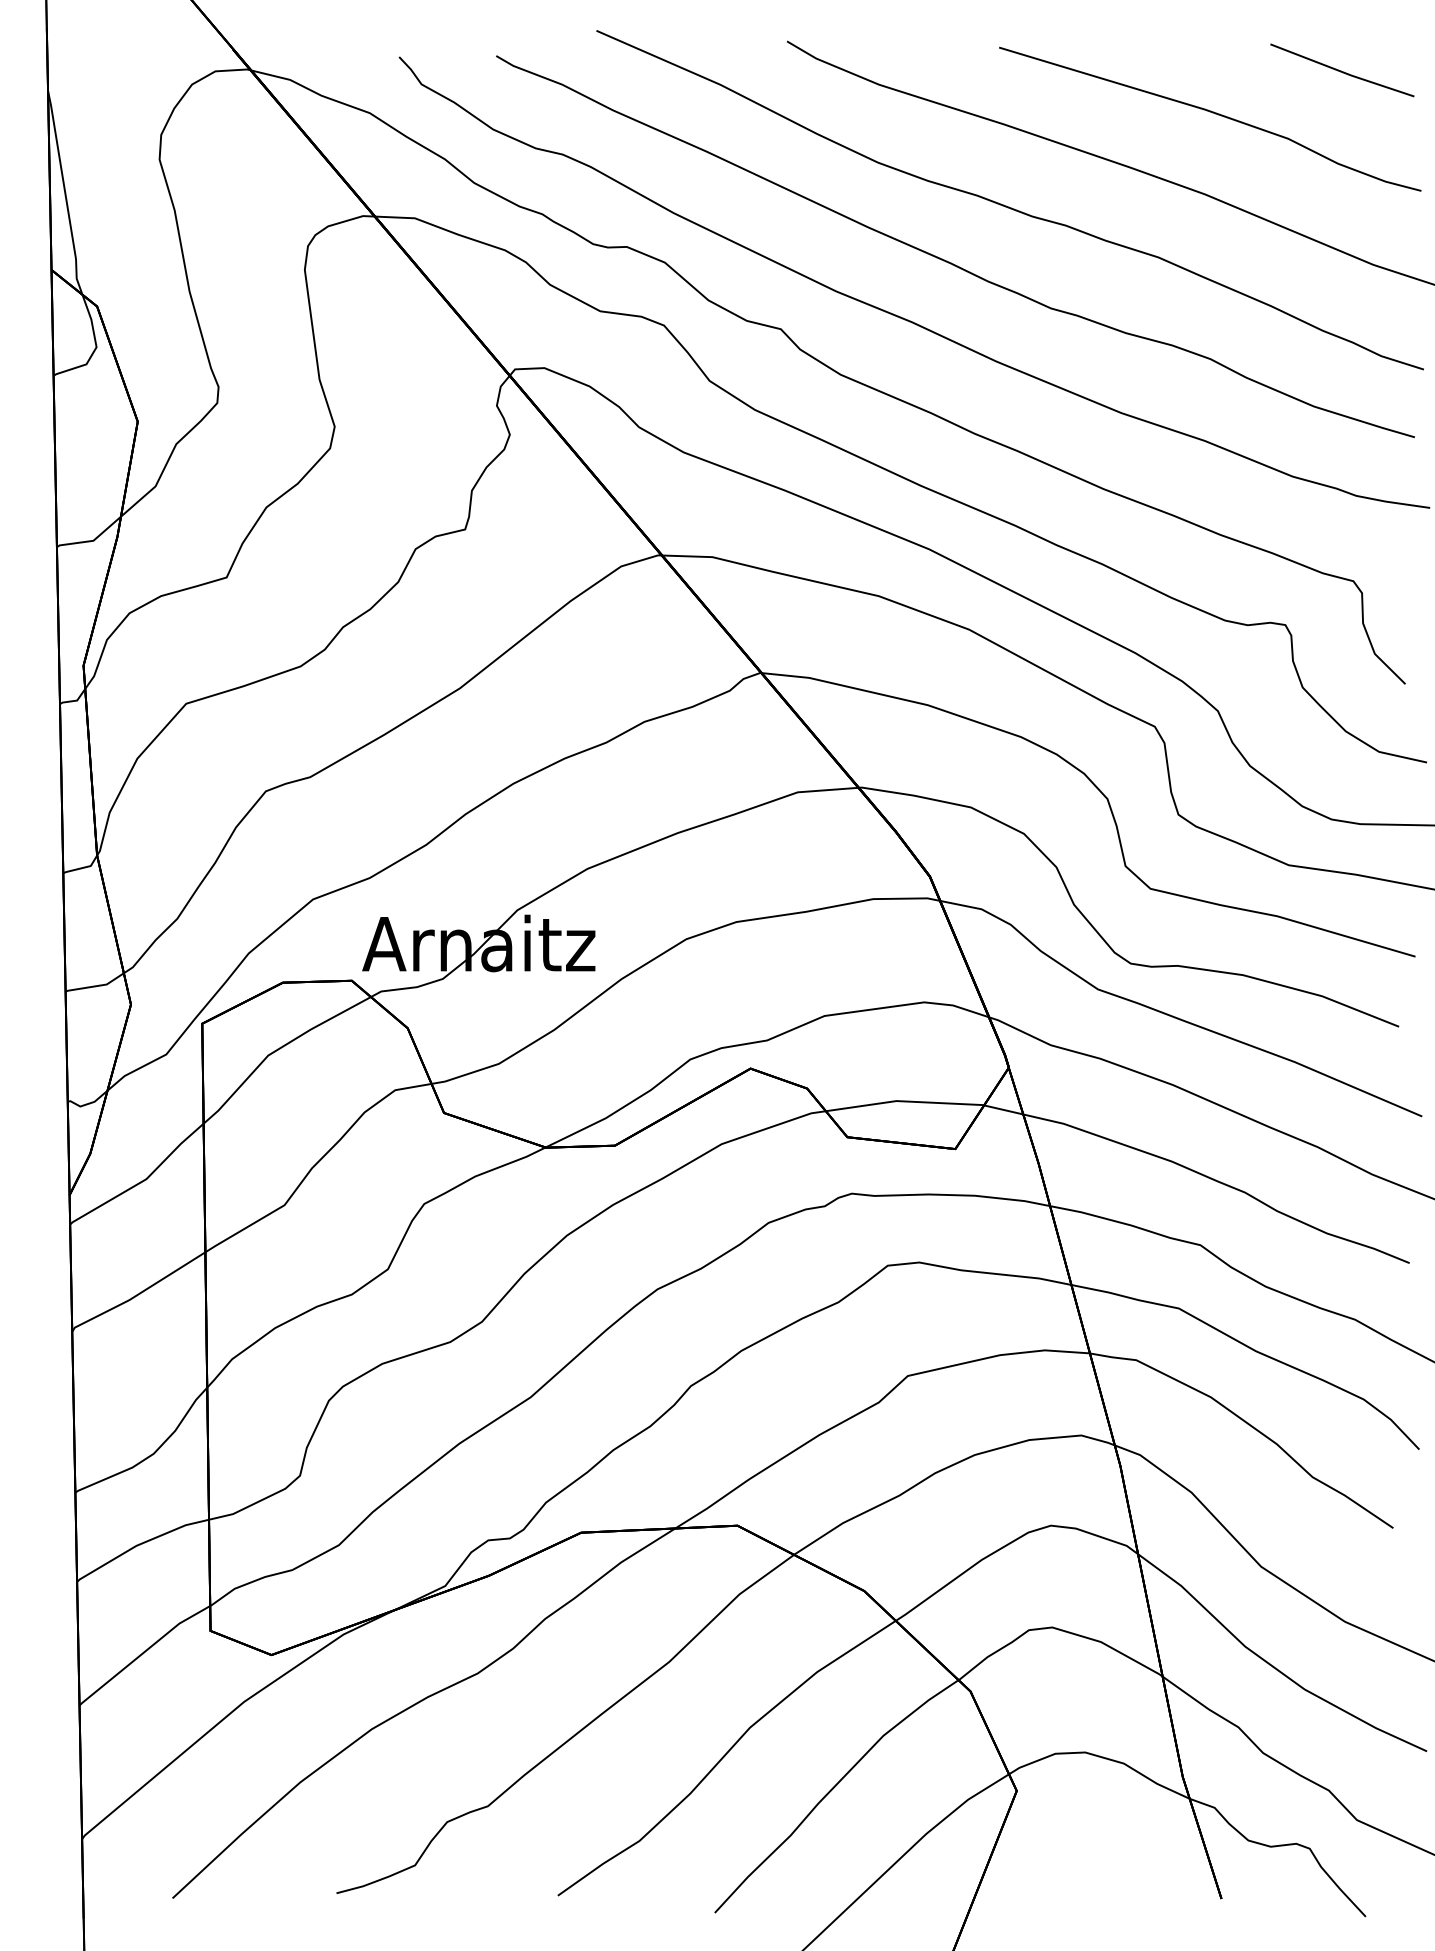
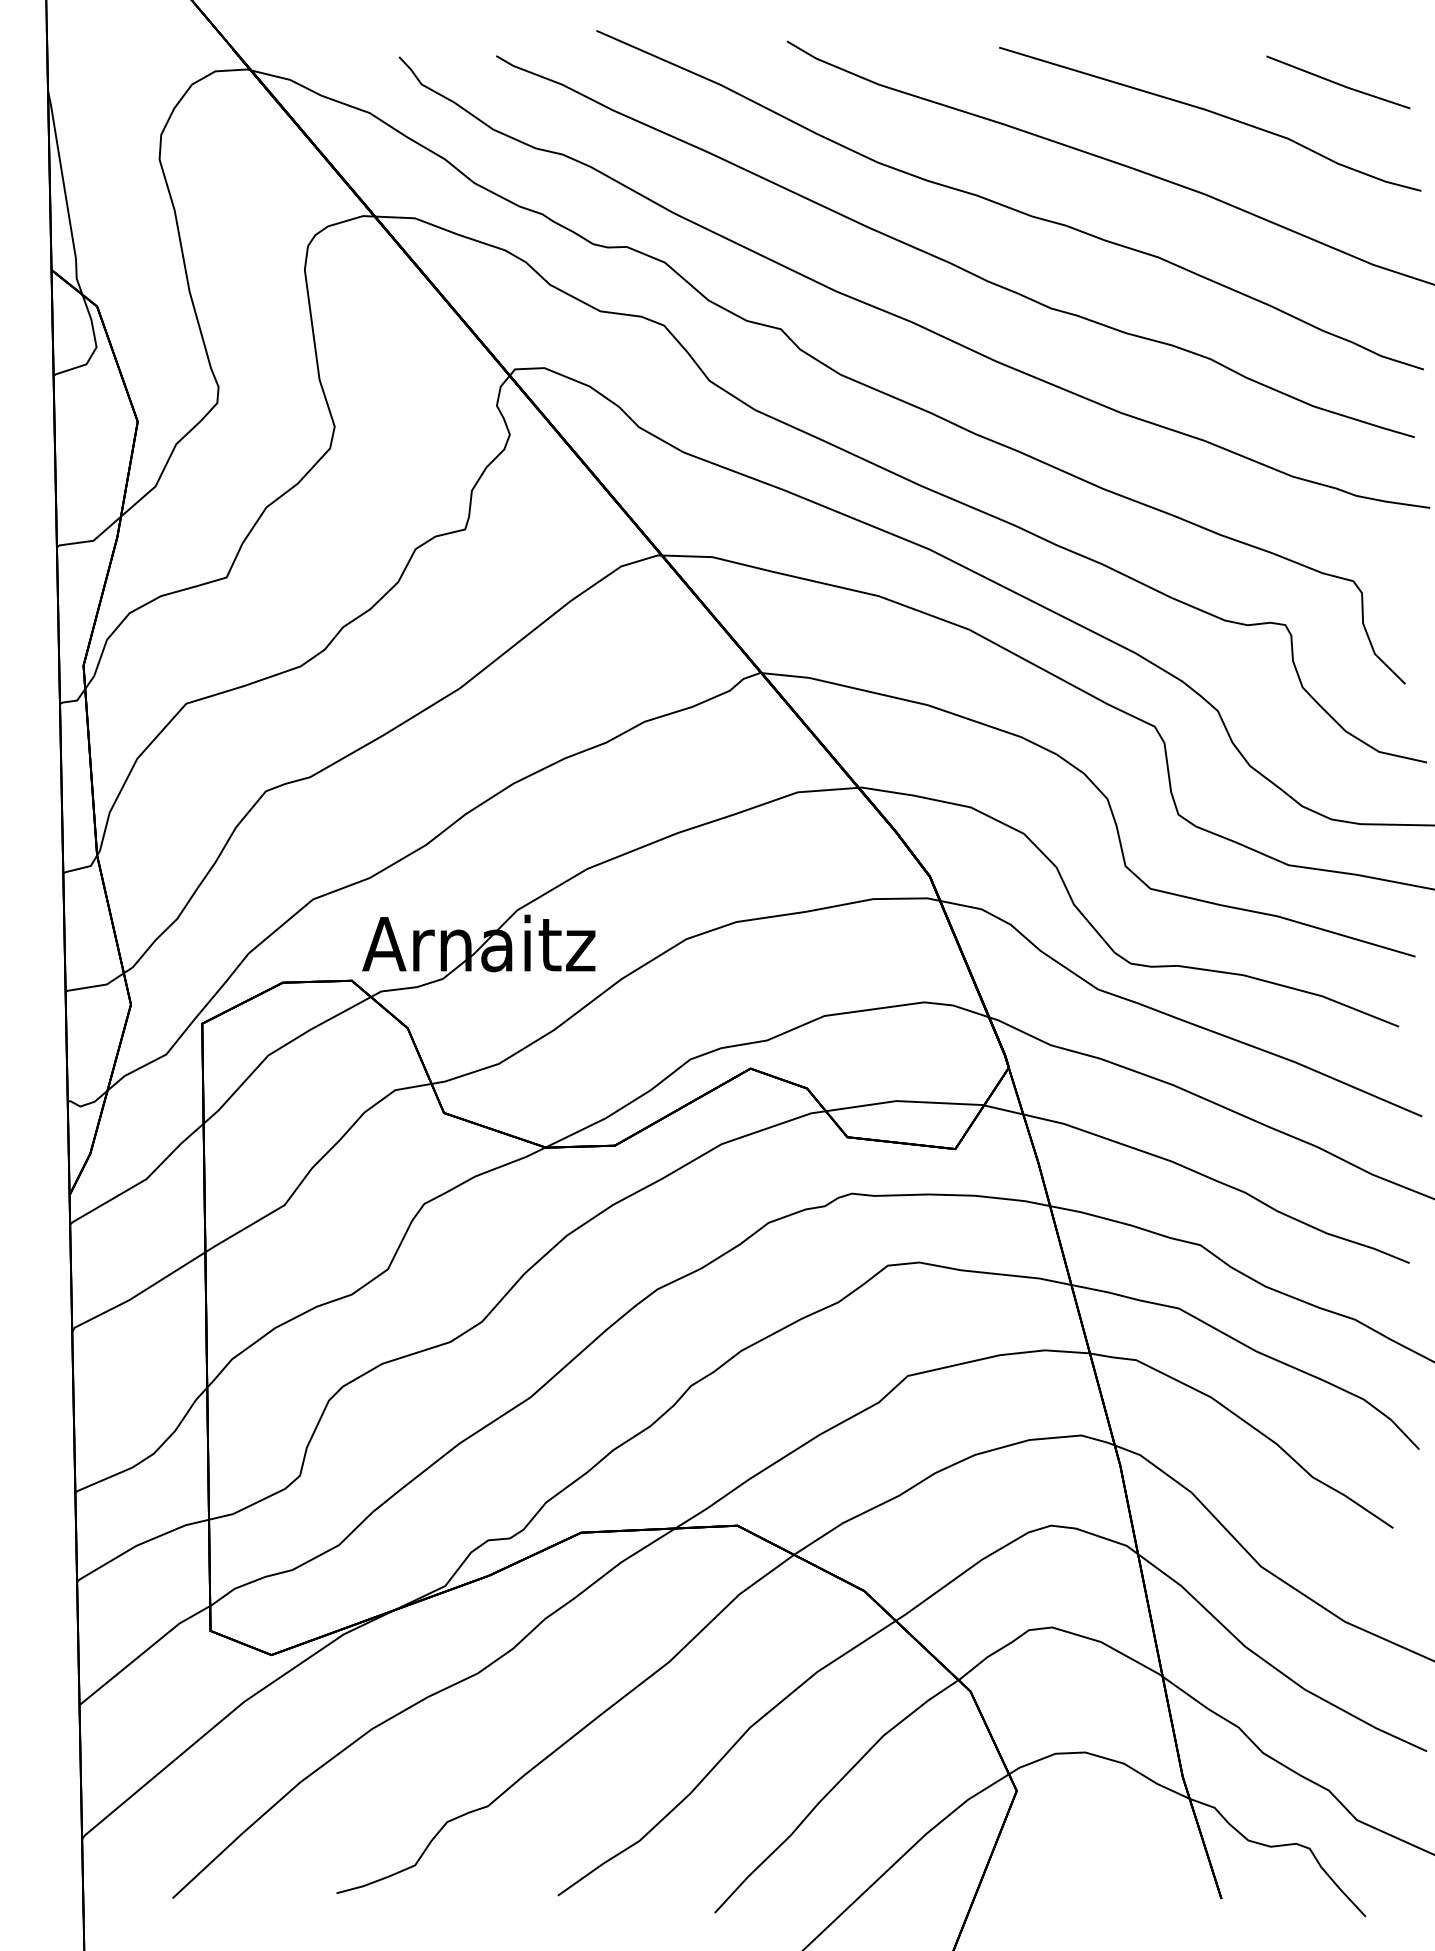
line at (1341, 70) position: (1341, 70) -> (1337, 82)
